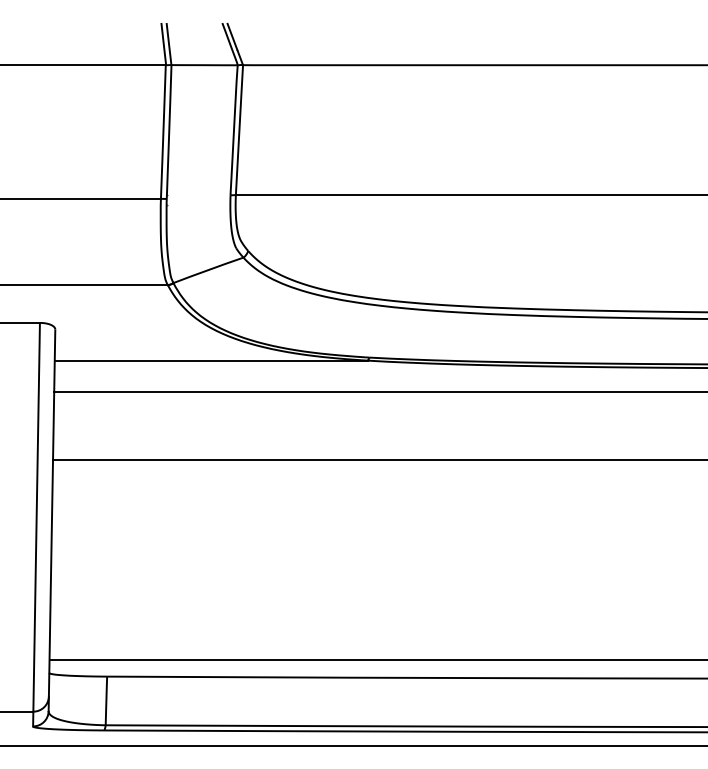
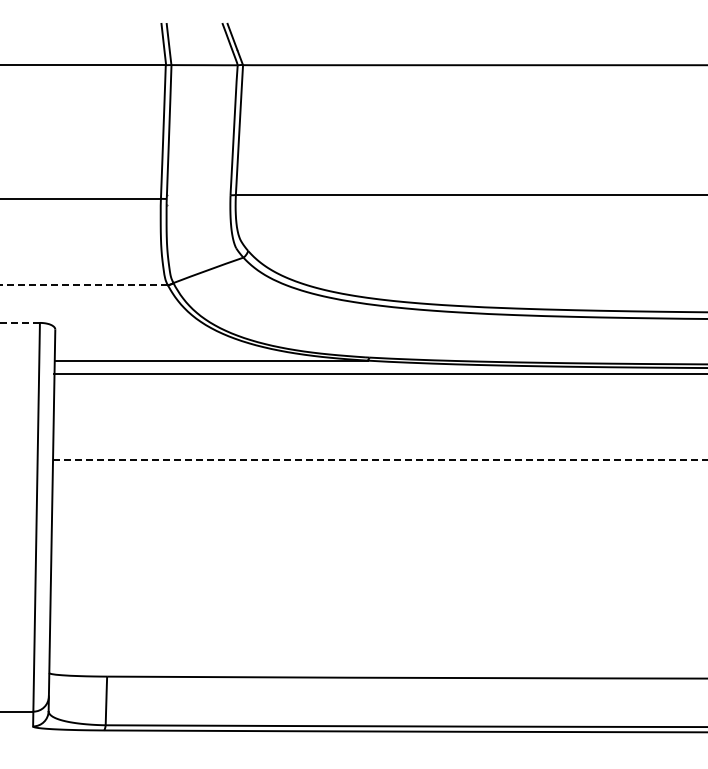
line at (83, 285): solid -> dashed
line at (20, 322): solid -> dashed
line at (379, 391) position: (379, 391) -> (379, 373)
line at (380, 460): solid -> dashed
line at (376, 659): present -> none
line at (353, 745): present -> none
